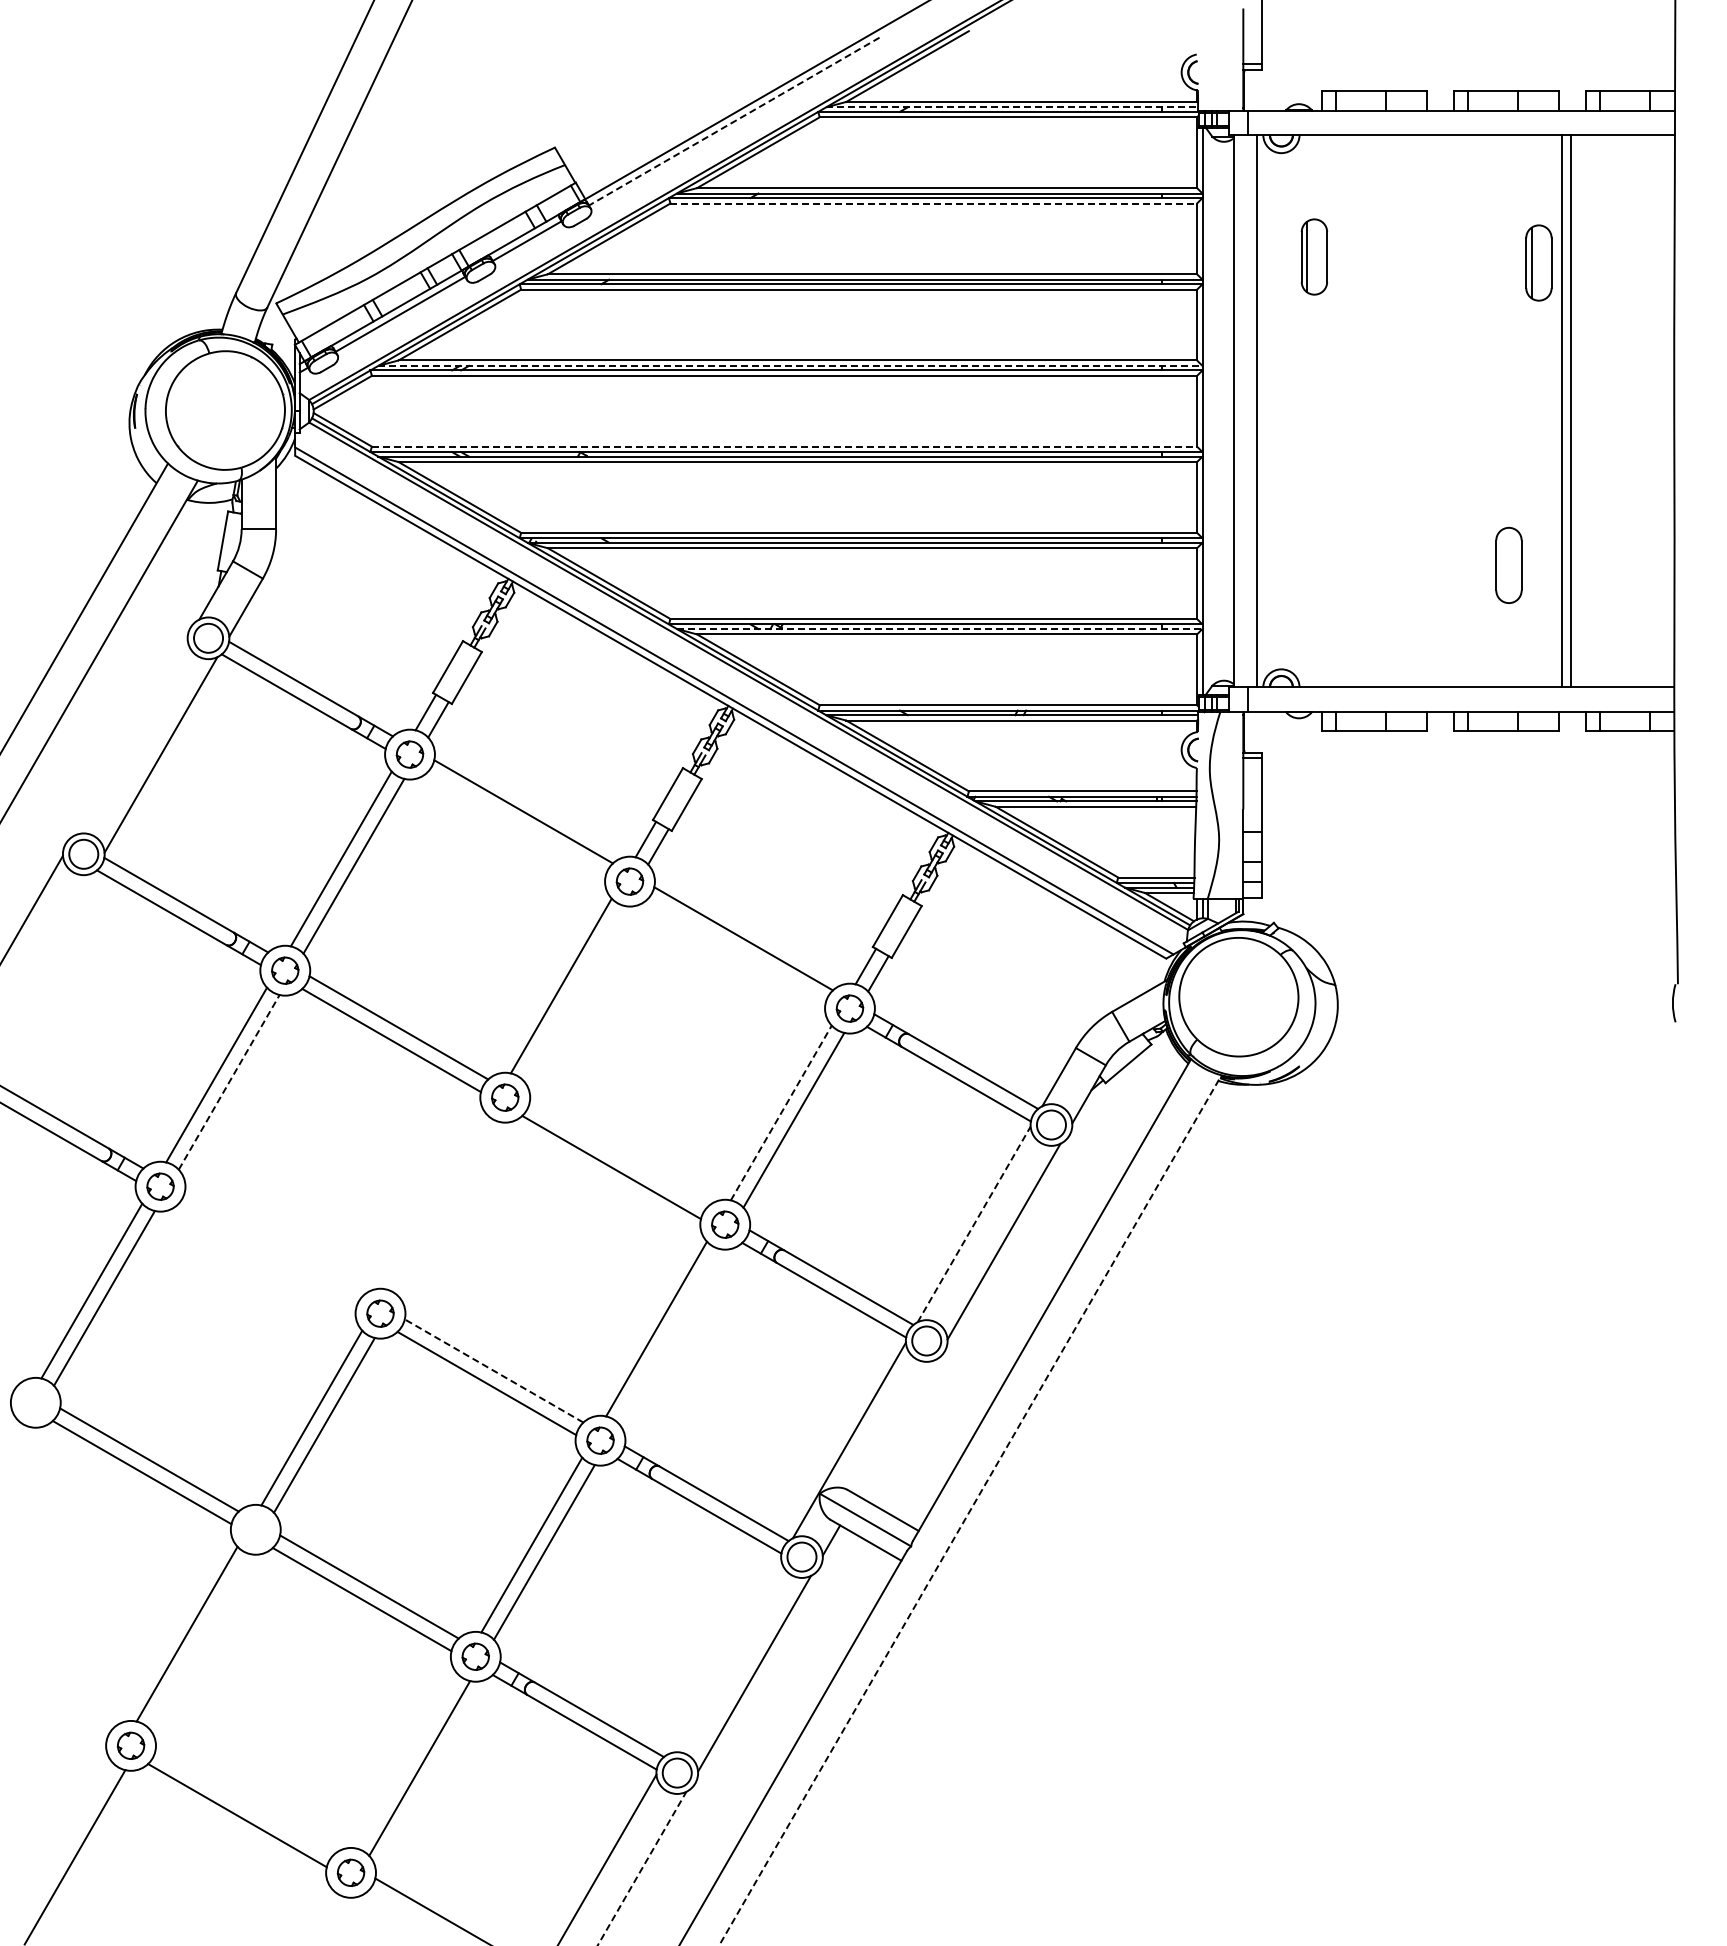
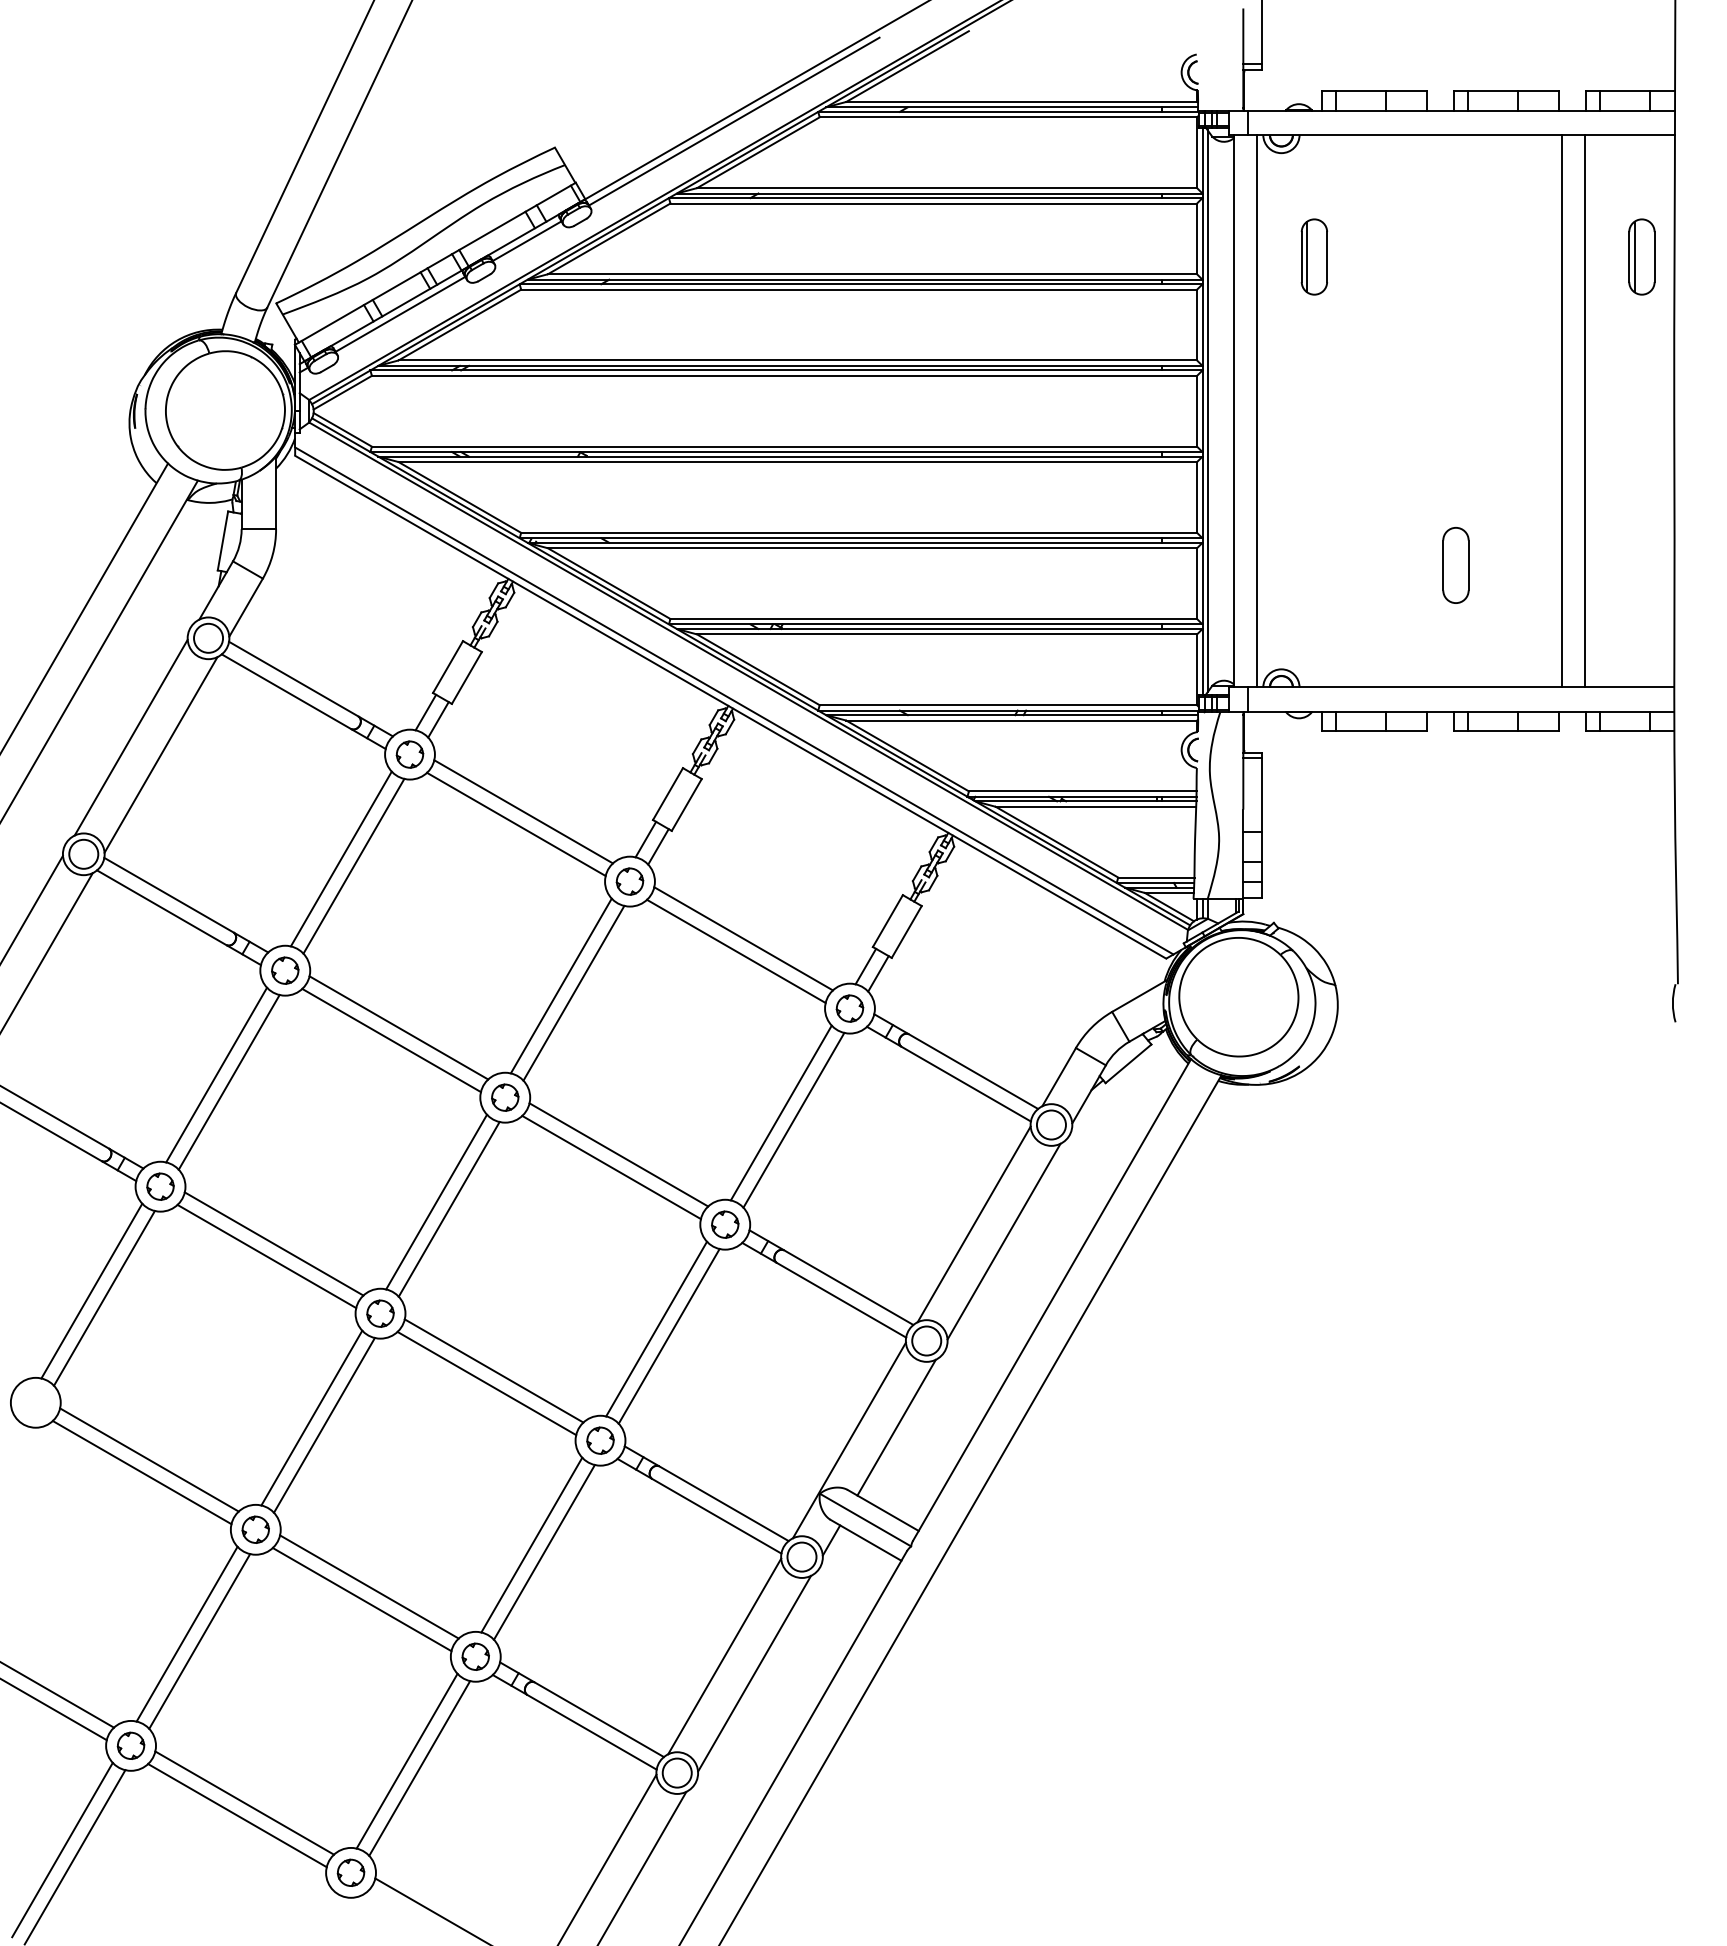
line at (1012, 107): dashed -> solid
line at (734, 121): dashed -> solid
line at (934, 203): dashed -> solid
part at (1538, 262) position: (1538, 262) -> (1641, 256)
line at (790, 365): dashed -> solid
line at (1207, 411): none -> present
line at (1570, 411) position: (1570, 411) -> (1584, 411)
line at (784, 446): dashed -> solid
part at (1508, 565) position: (1508, 565) -> (1455, 565)
line at (939, 628): dashed -> solid
line at (130, 737): none -> present
line at (516, 824): none -> present
line at (47, 951): none -> present
line at (736, 951): none -> present
line at (573, 992): none -> present
line at (229, 1082): dashed -> solid
line at (781, 1113): dashed -> solid
line at (618, 1154): none -> present
line at (436, 1201): none -> present
line at (448, 1209): none -> present
line at (974, 1224): dashed -> solid
line at (273, 1243): none -> present
line at (266, 1256): none -> present
line at (668, 1336): none -> present
line at (493, 1370): dashed -> solid
line at (896, 1427): none -> present
line at (970, 1509): dashed -> solid
part at (255, 1529): none -> present
line at (199, 1641): none -> present
line at (724, 1656): none -> present
line at (58, 1695): none -> present
line at (54, 1710): none -> present
line at (406, 1760): none -> present
line at (244, 1802): none -> present
line at (62, 1849): none -> present
line at (642, 1868): dashed -> solid
